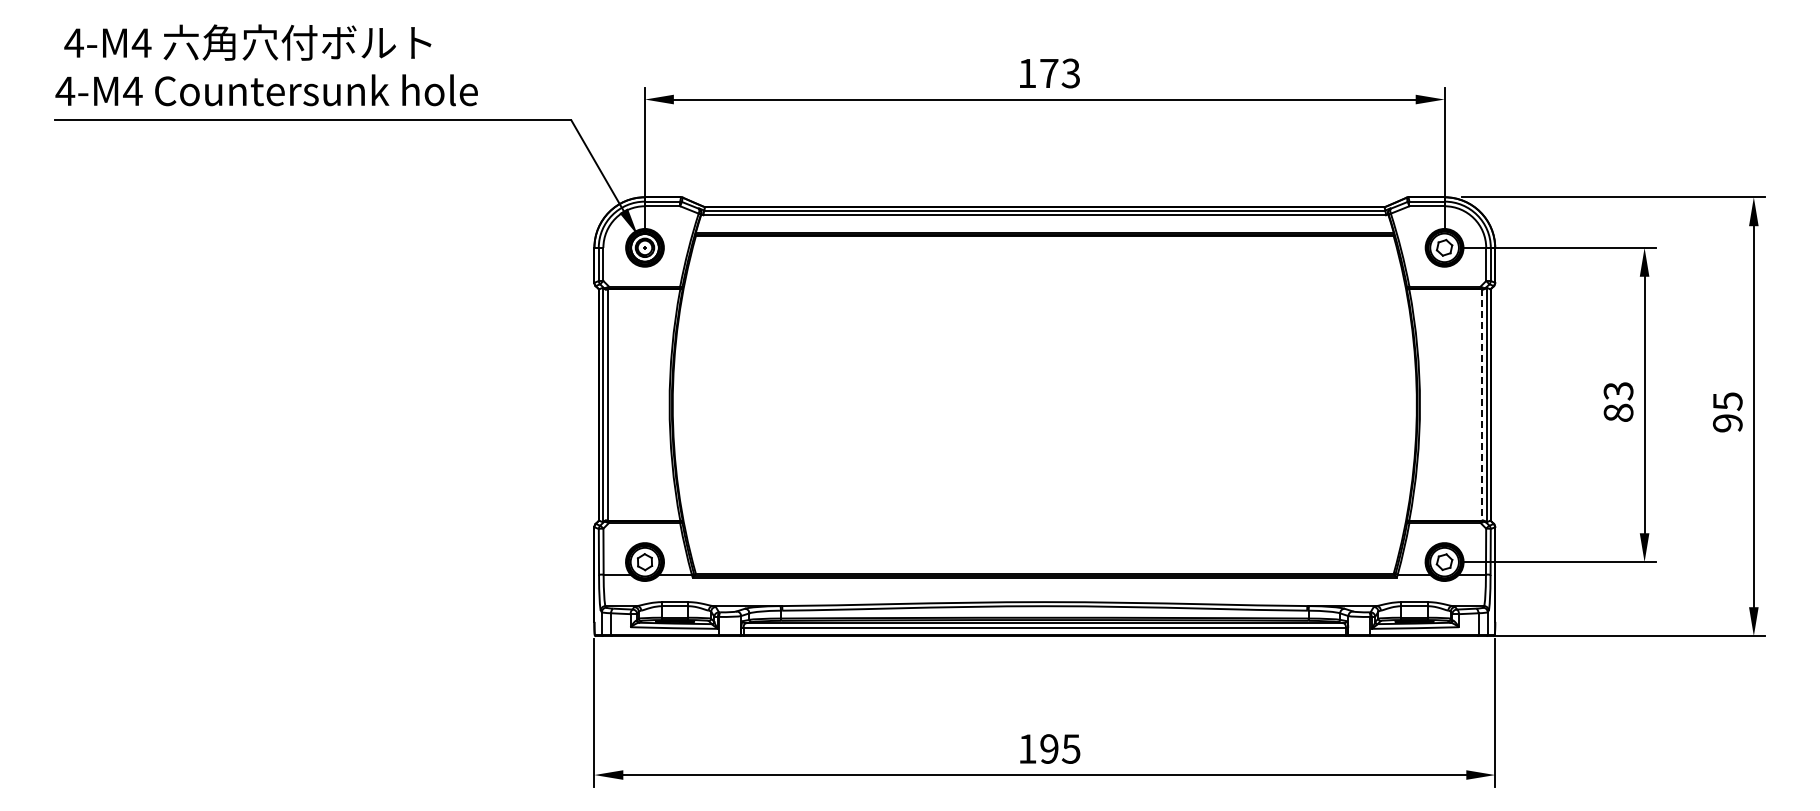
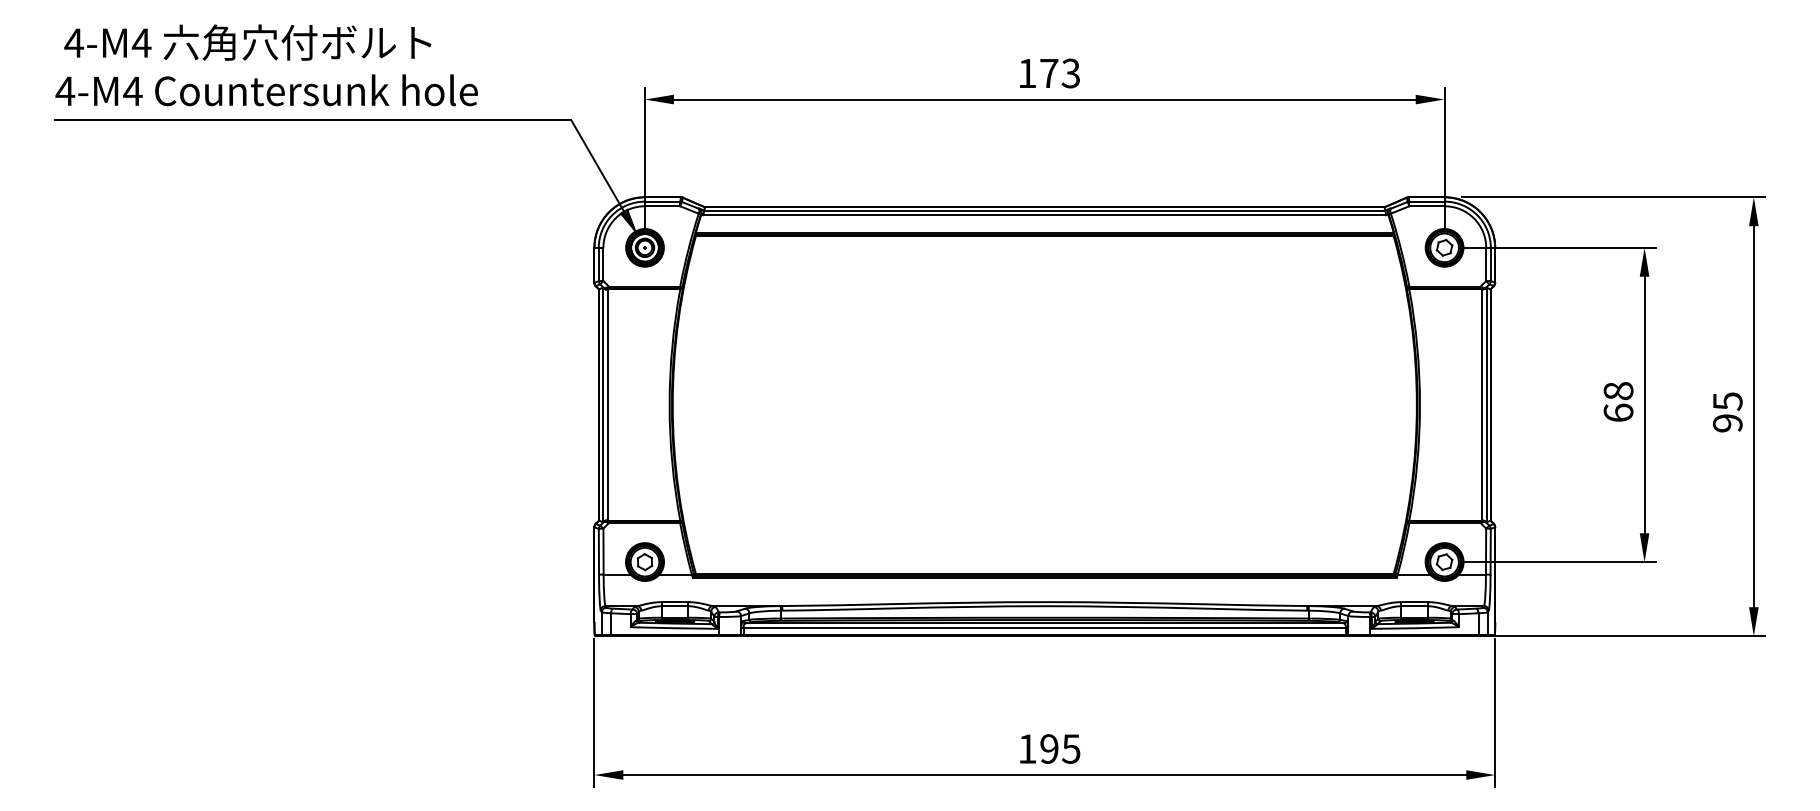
text at (1618, 401): 83 -> 68
line at (1481, 405): dashed -> solid
